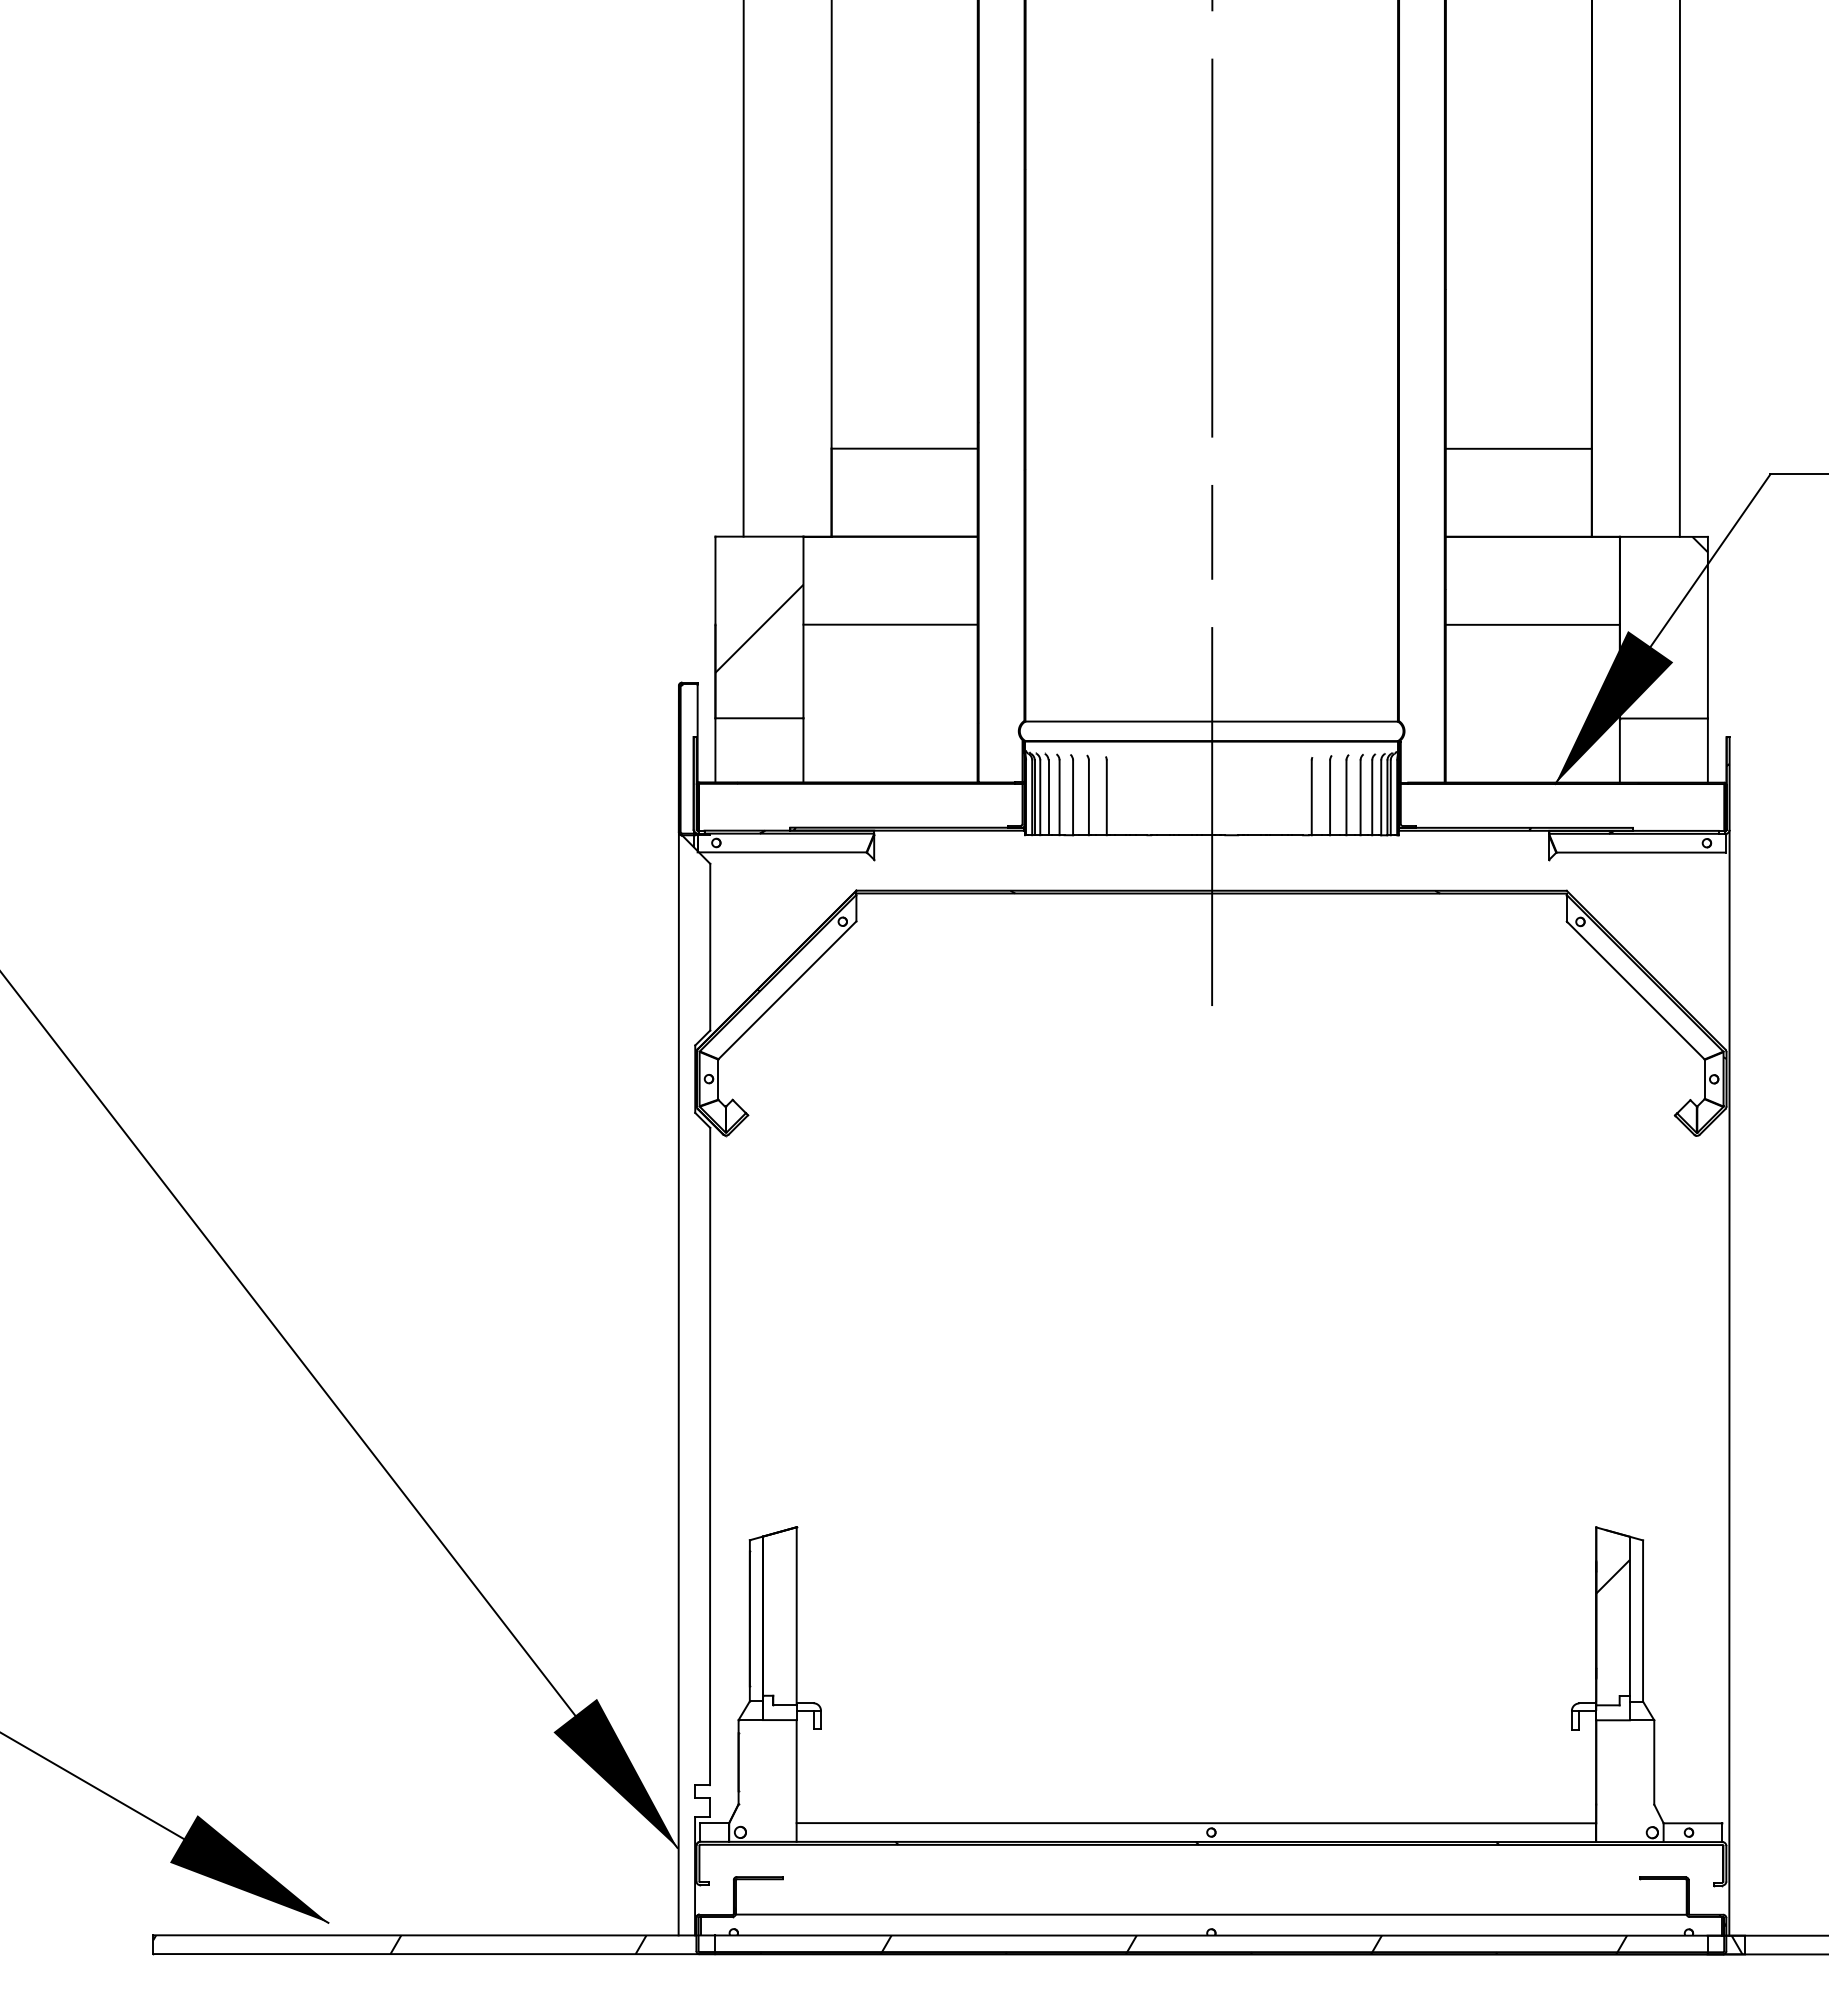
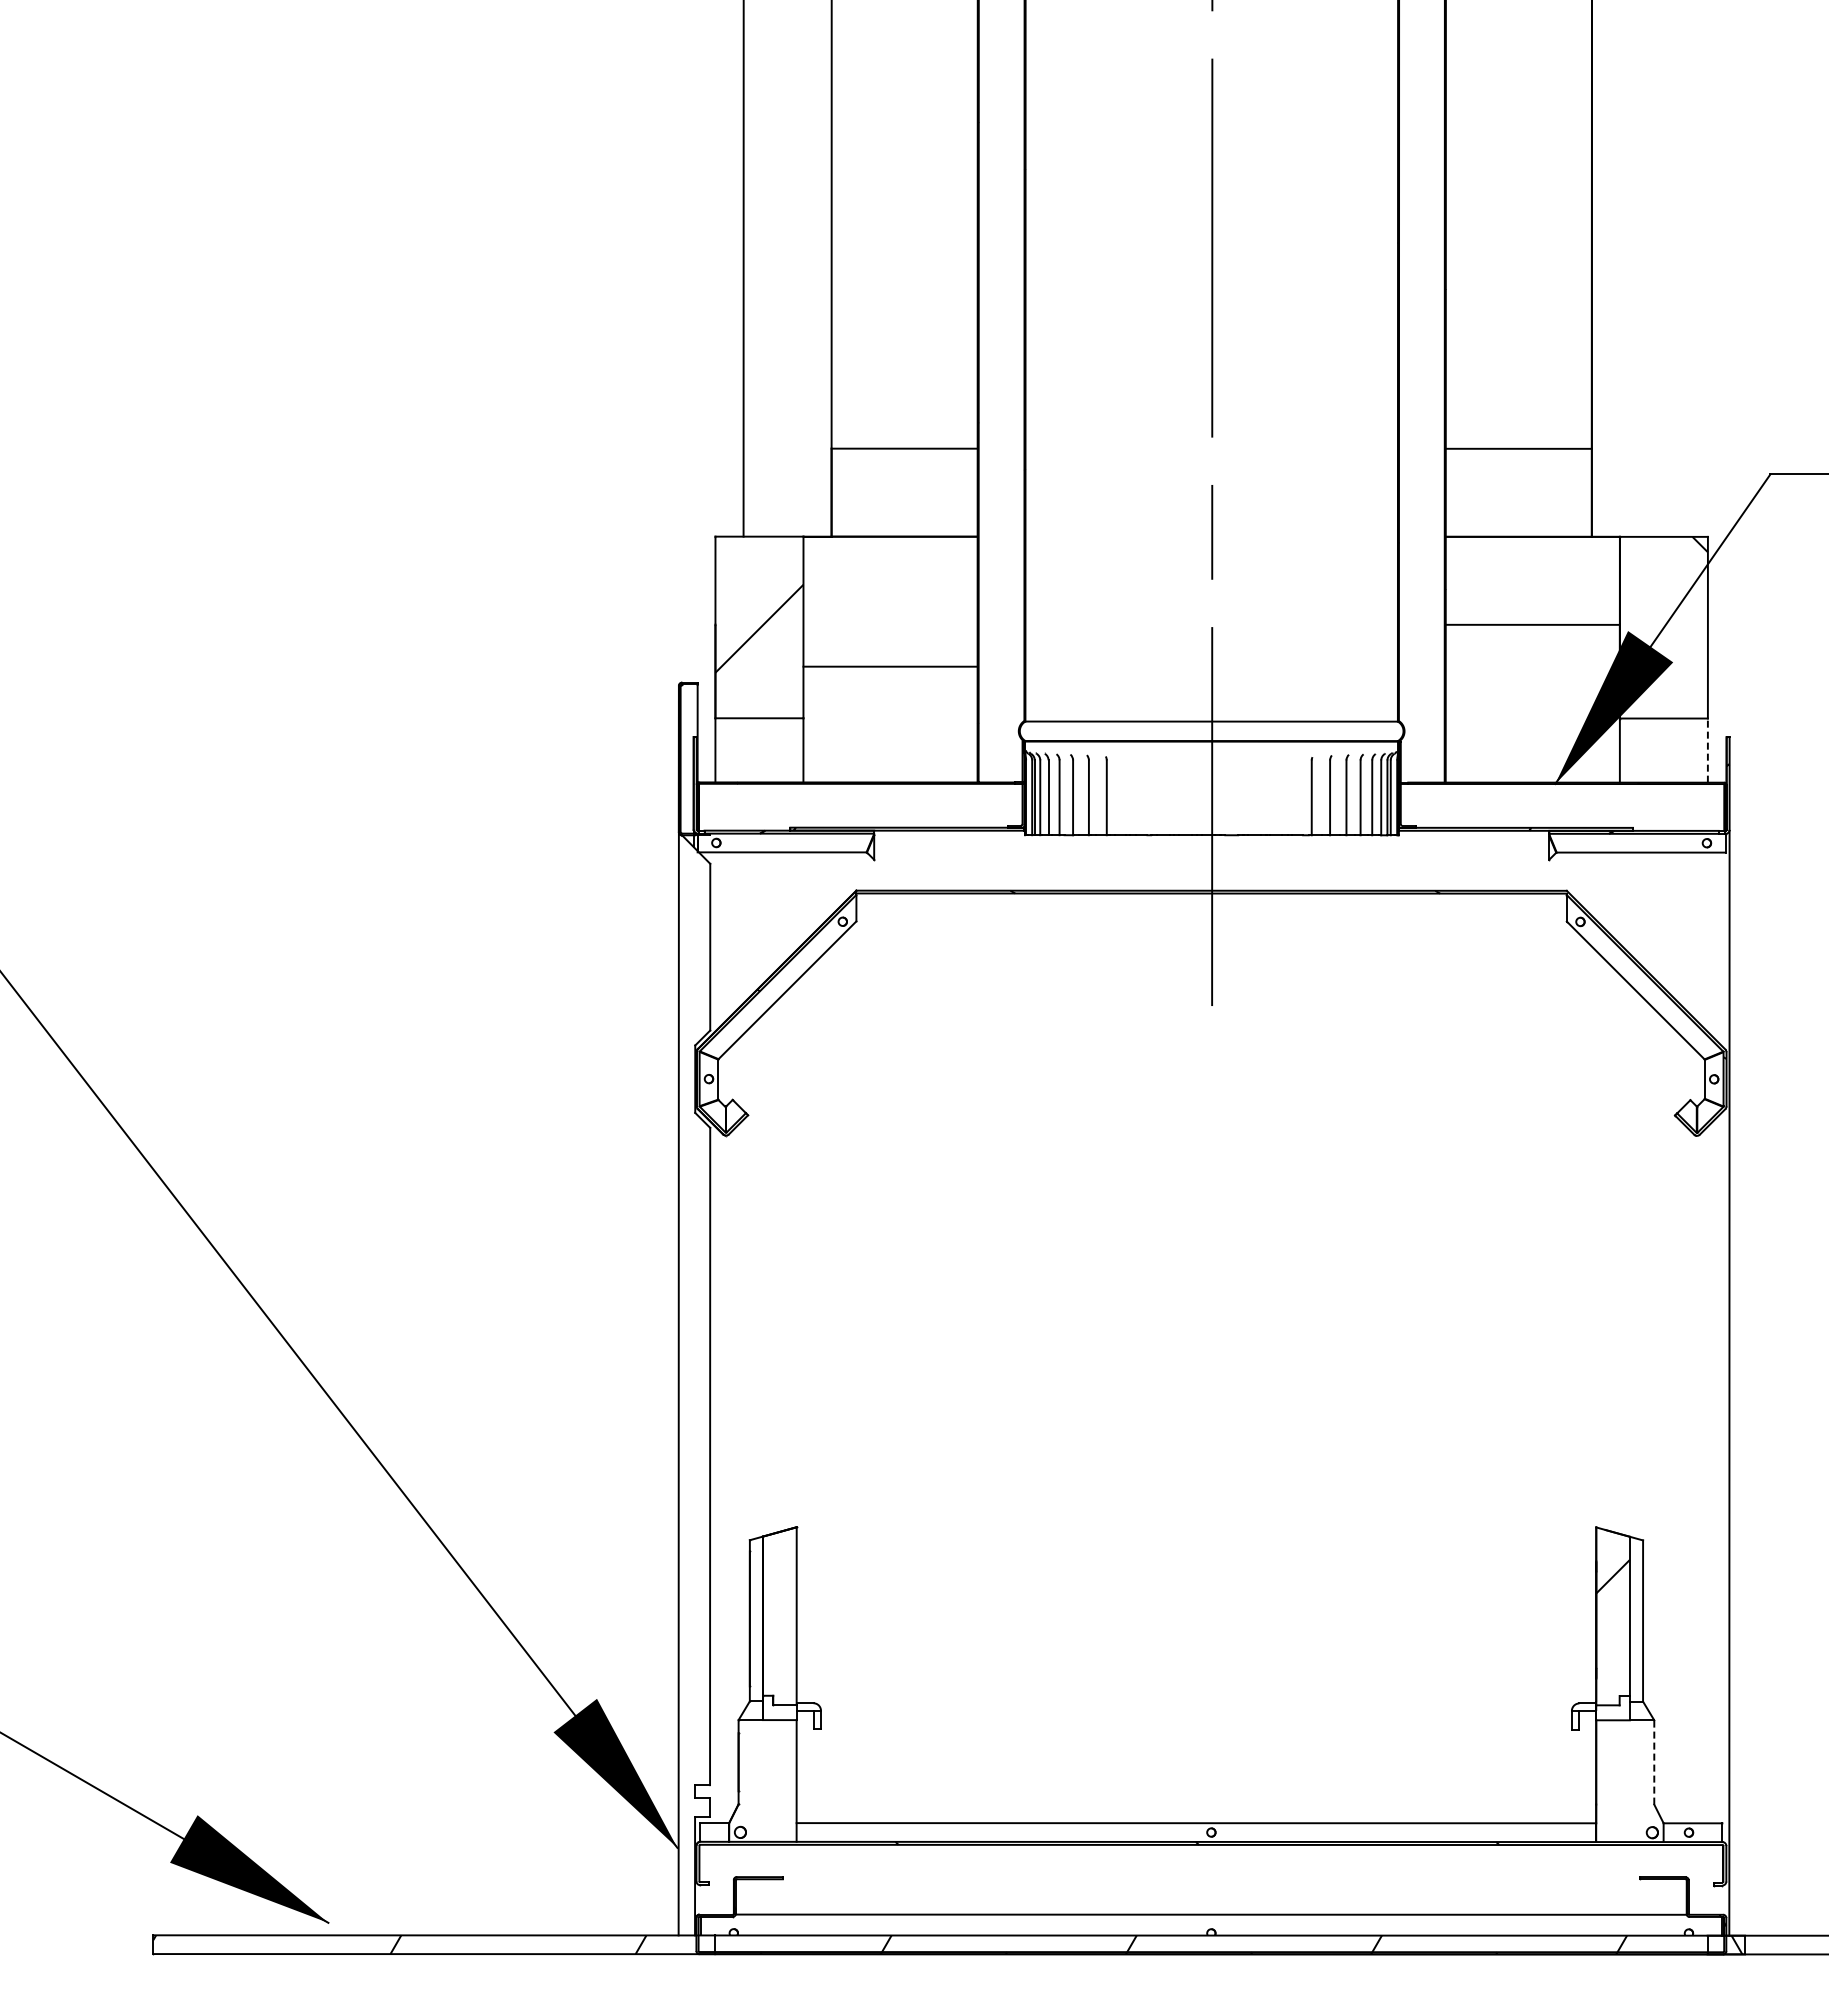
line at (1679, 269): present -> none
line at (890, 624) position: (890, 624) -> (890, 666)
line at (1707, 750): solid -> dashed
line at (1654, 1761): solid -> dashed
